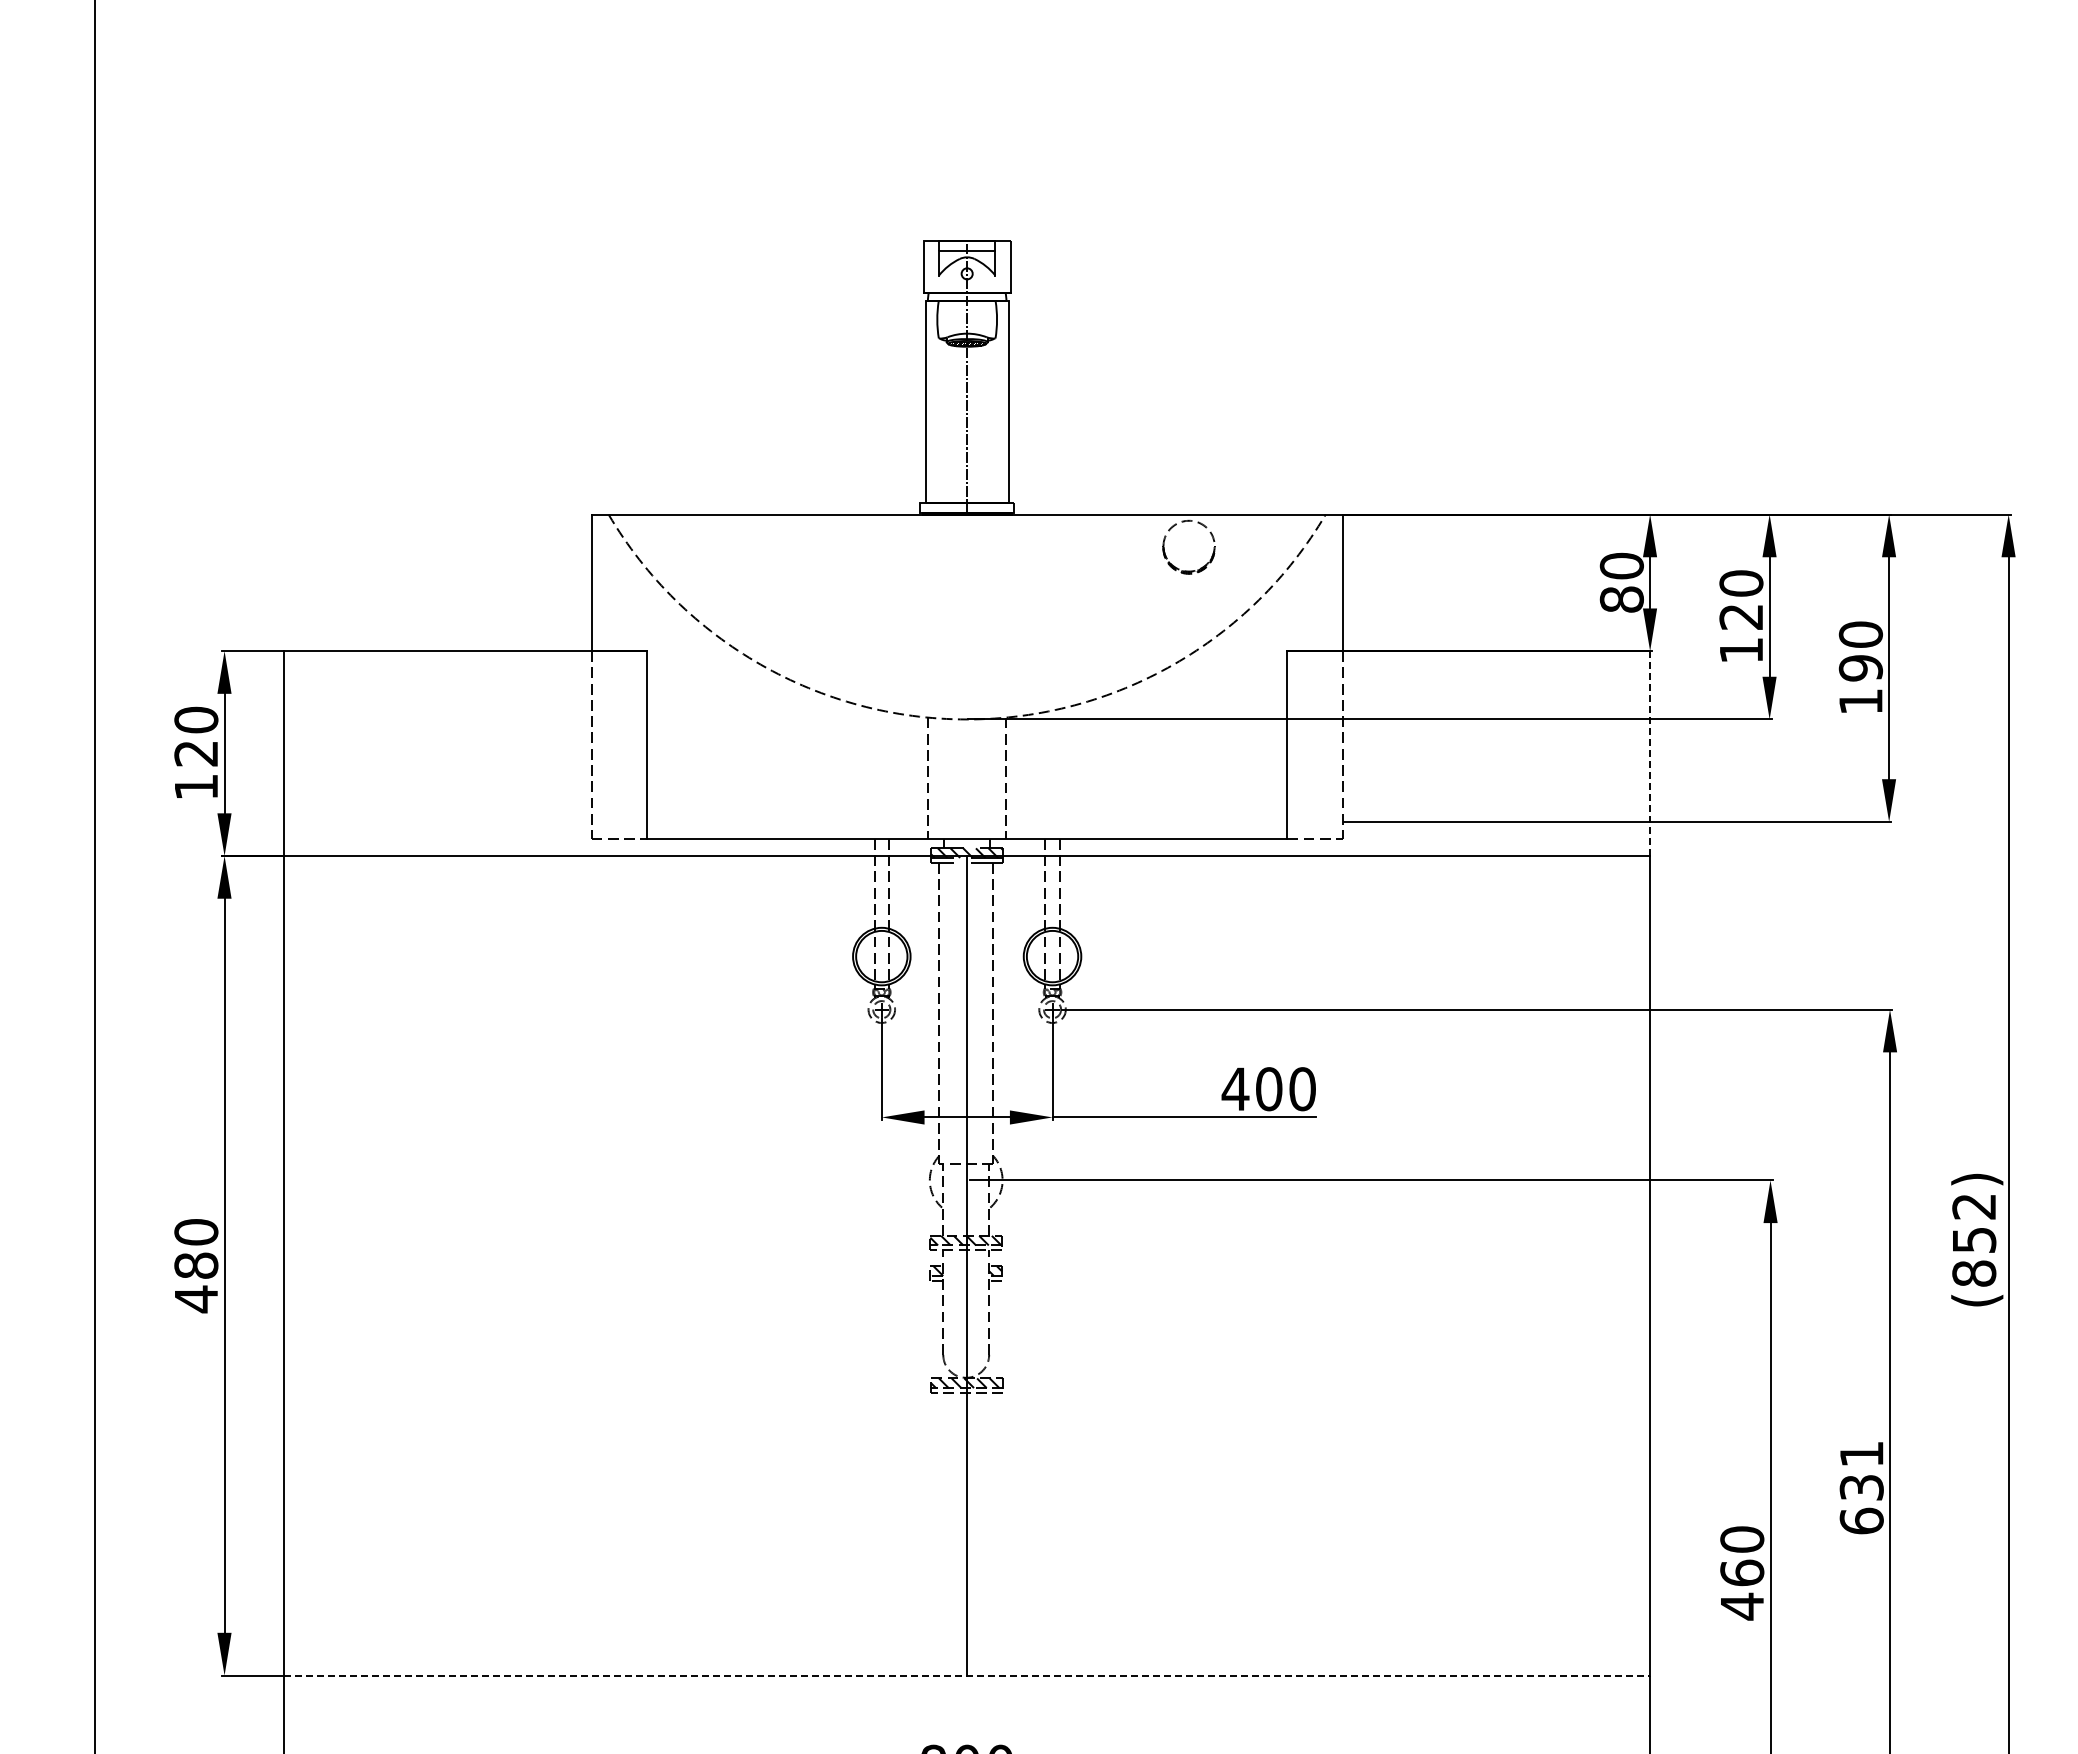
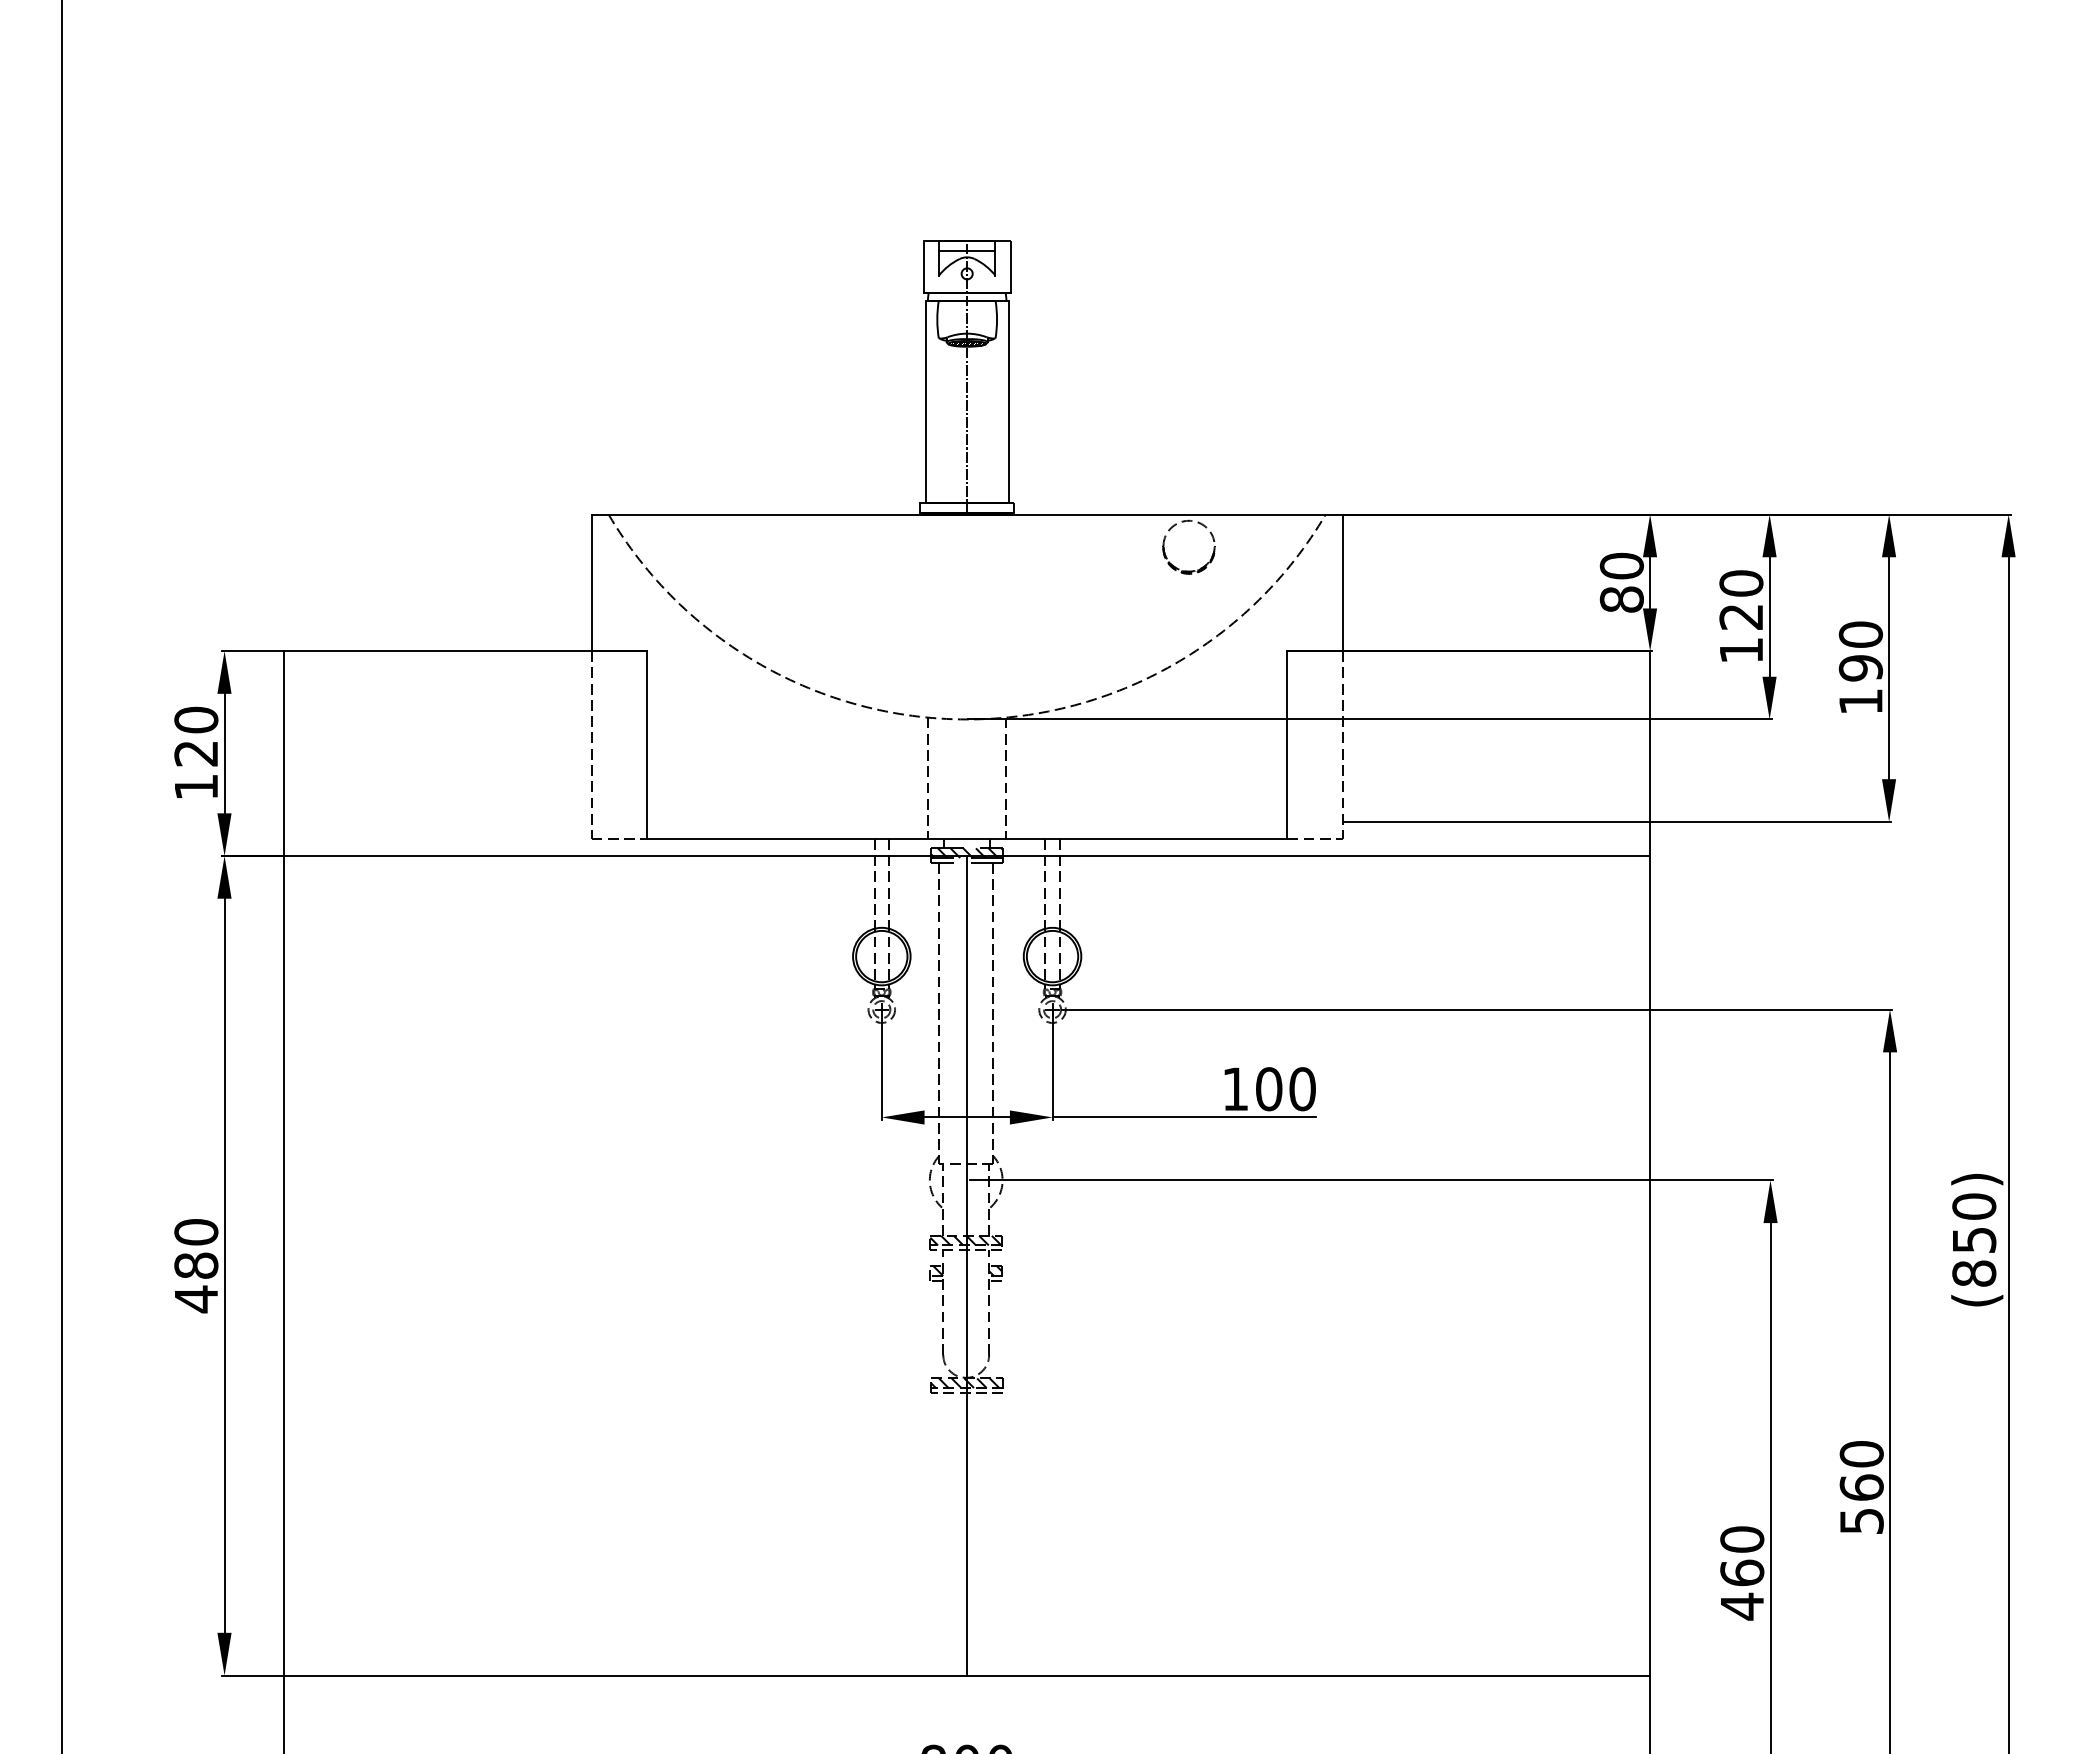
line at (1650, 753): dashed -> solid
line at (95, 876) position: (95, 876) -> (62, 876)
text at (1235, 1088): 400 -> 100
text at (1974, 1206): (852) -> (850)
text at (1861, 1487): 631 -> 560
line at (967, 1675): dashed -> solid
